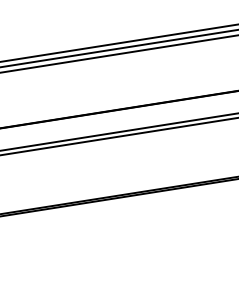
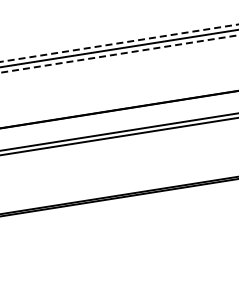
line at (120, 43): solid -> dashed
line at (118, 54): solid -> dashed
